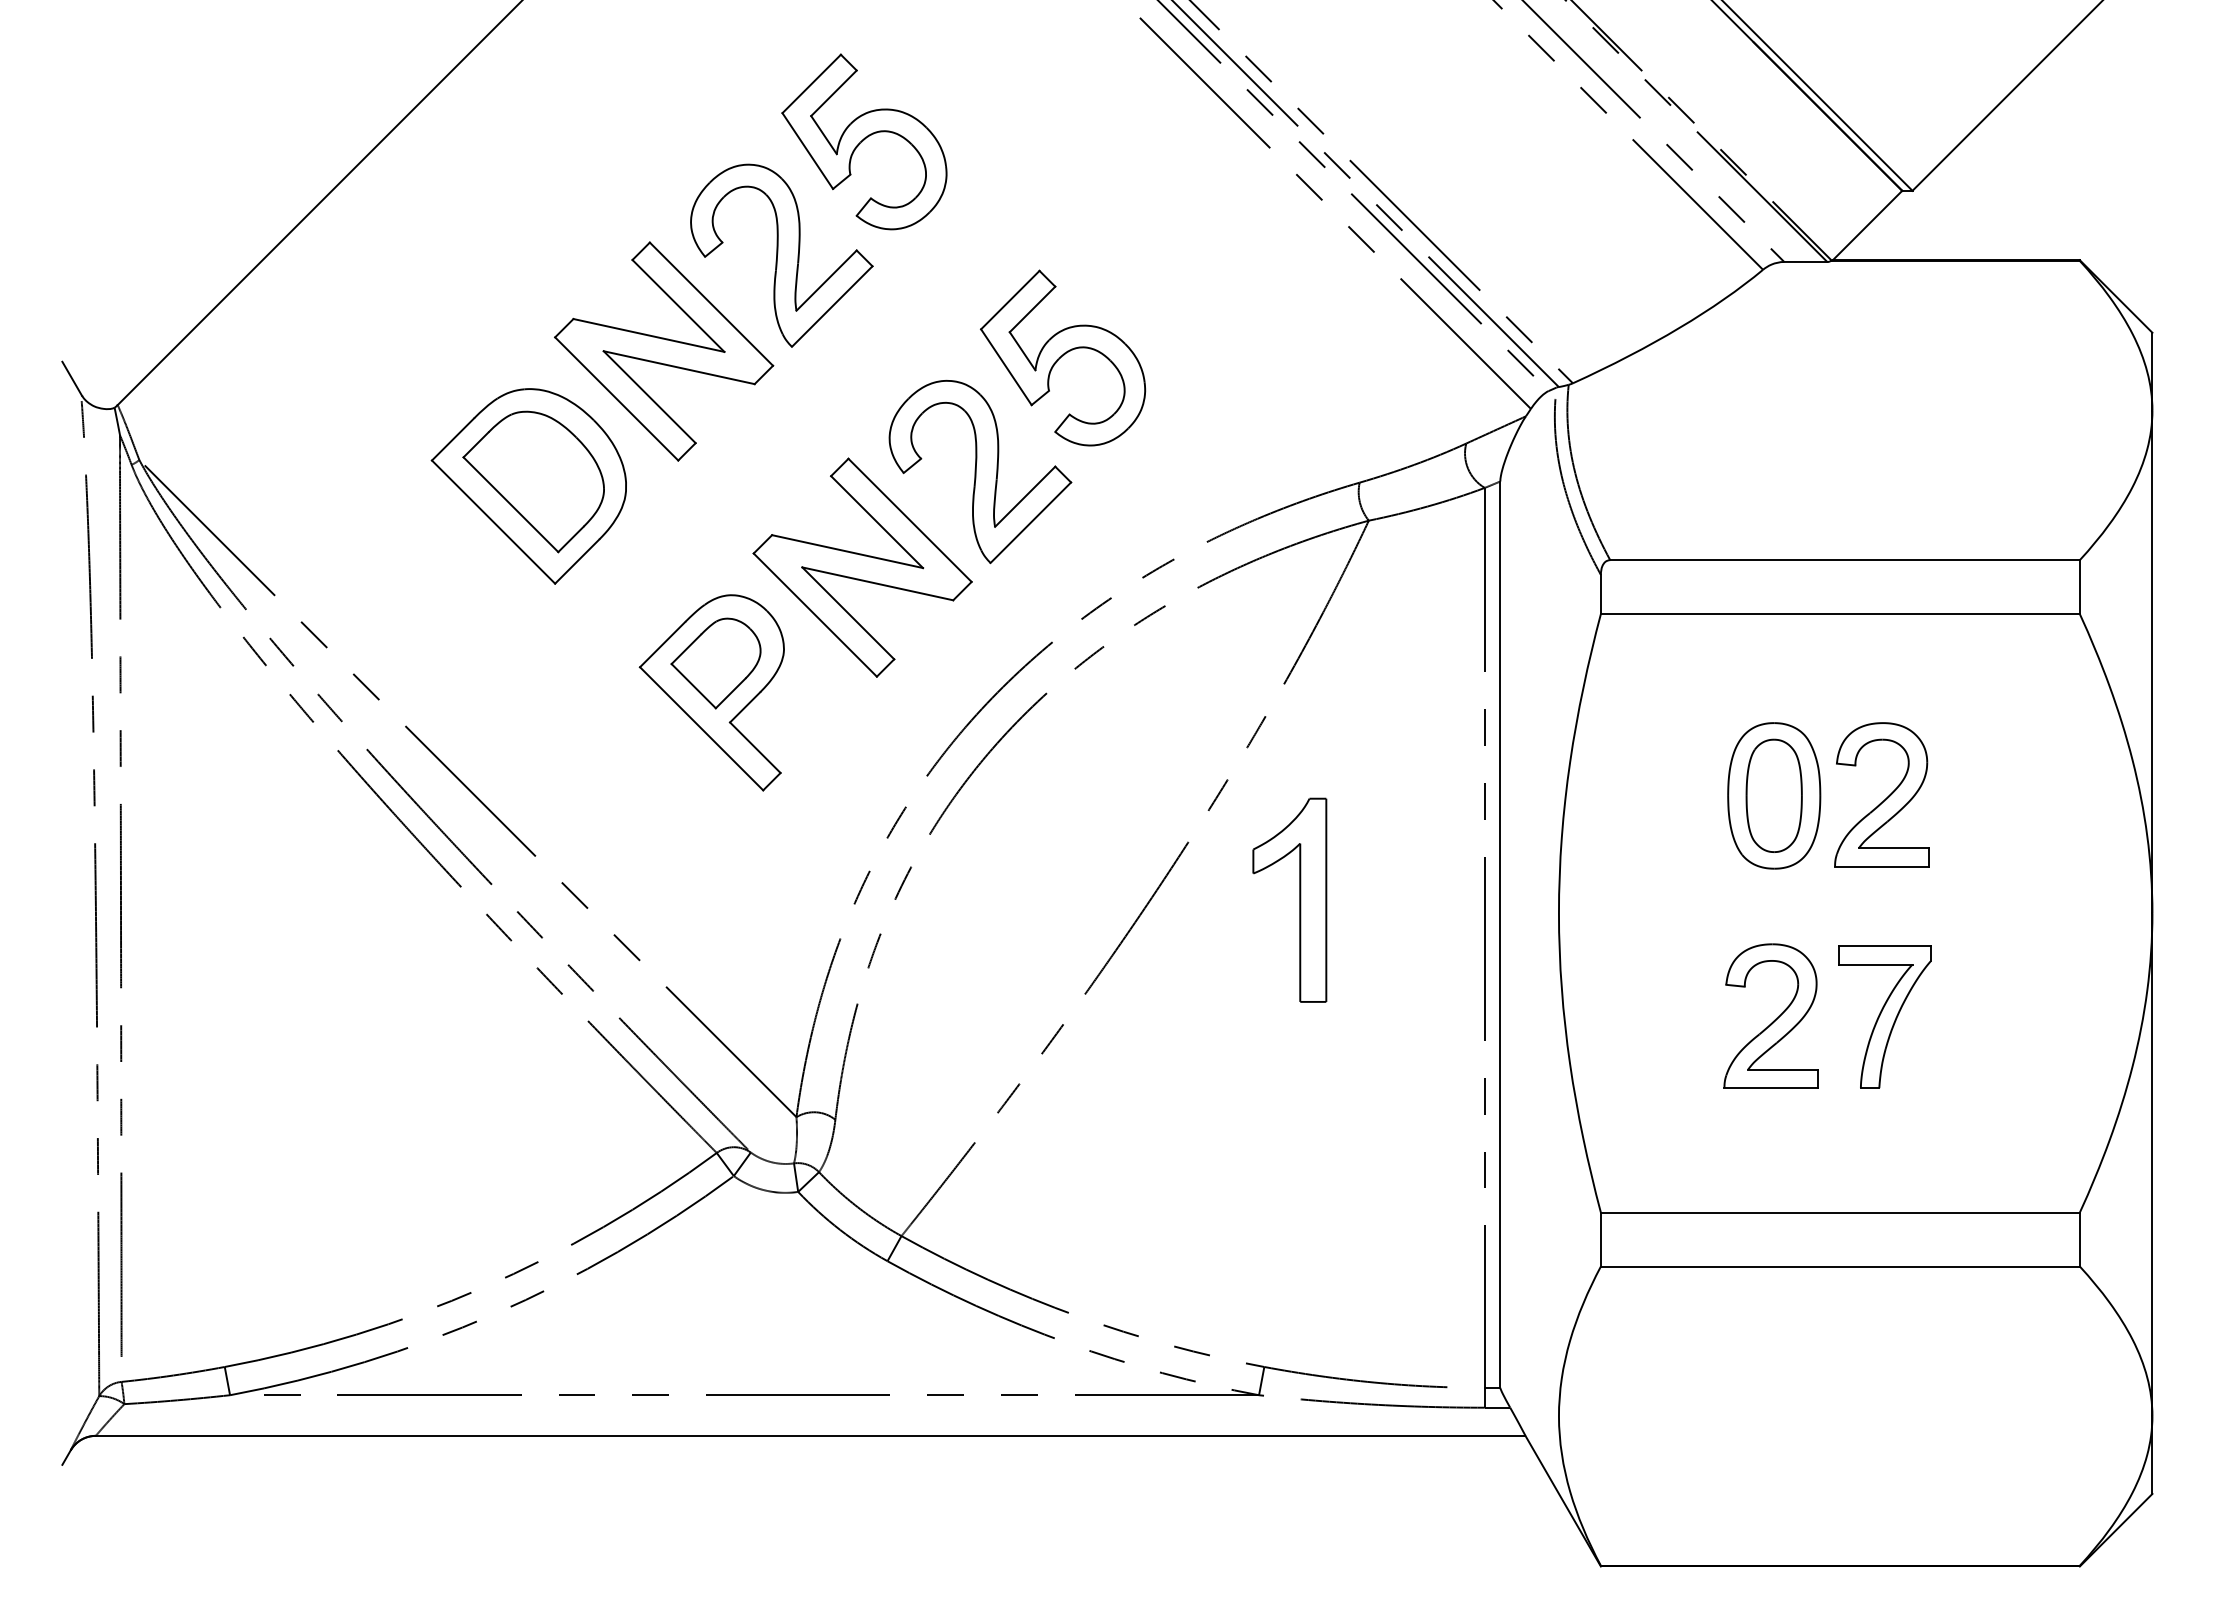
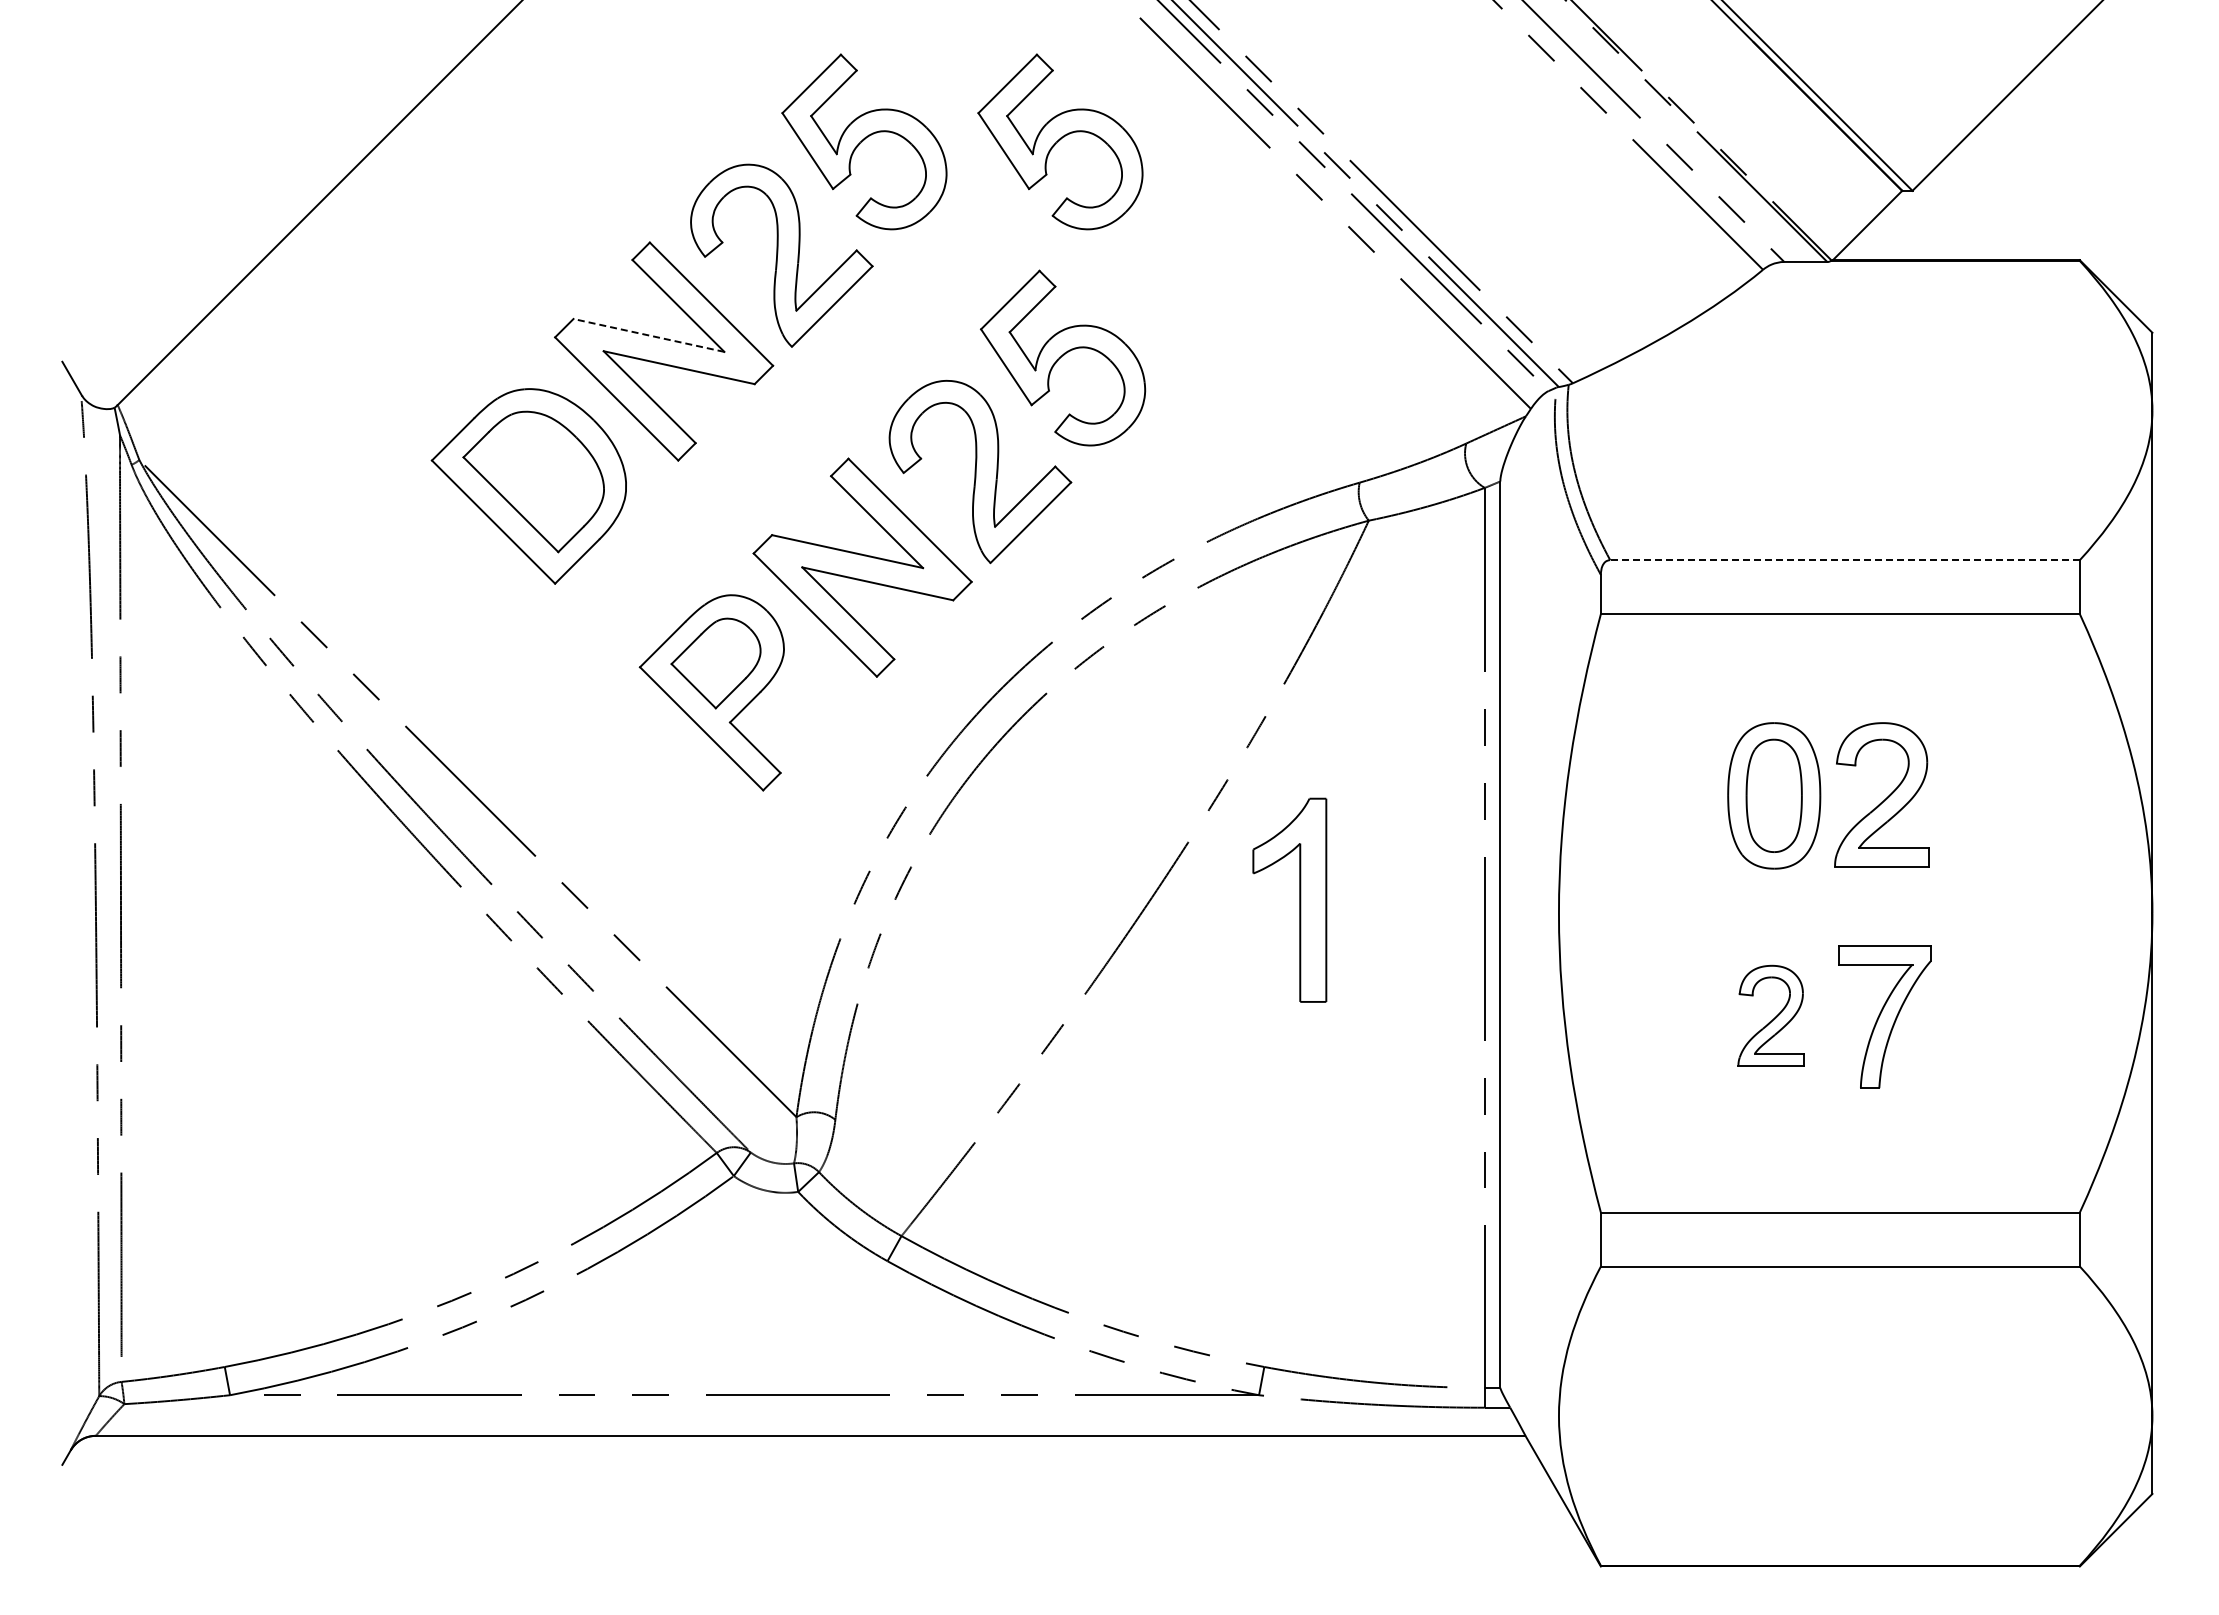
part at (1060, 141): none -> present
line at (648, 335): solid -> dashed
line at (1845, 560): solid -> dashed
part at (1770, 1015) size: 96x146 px -> 68x103 px
